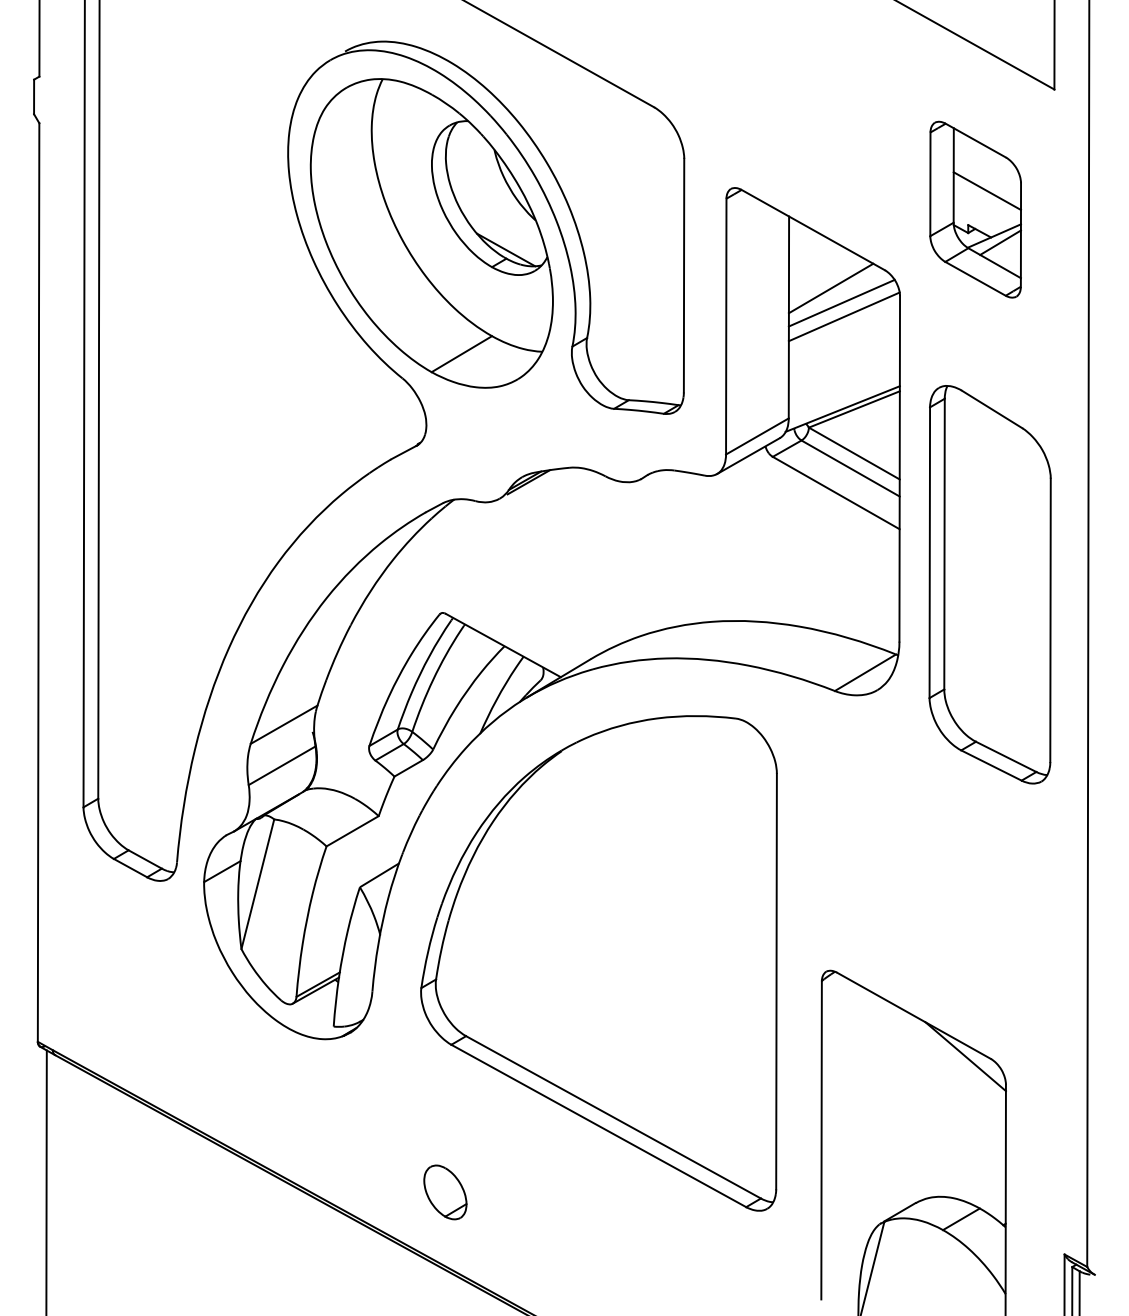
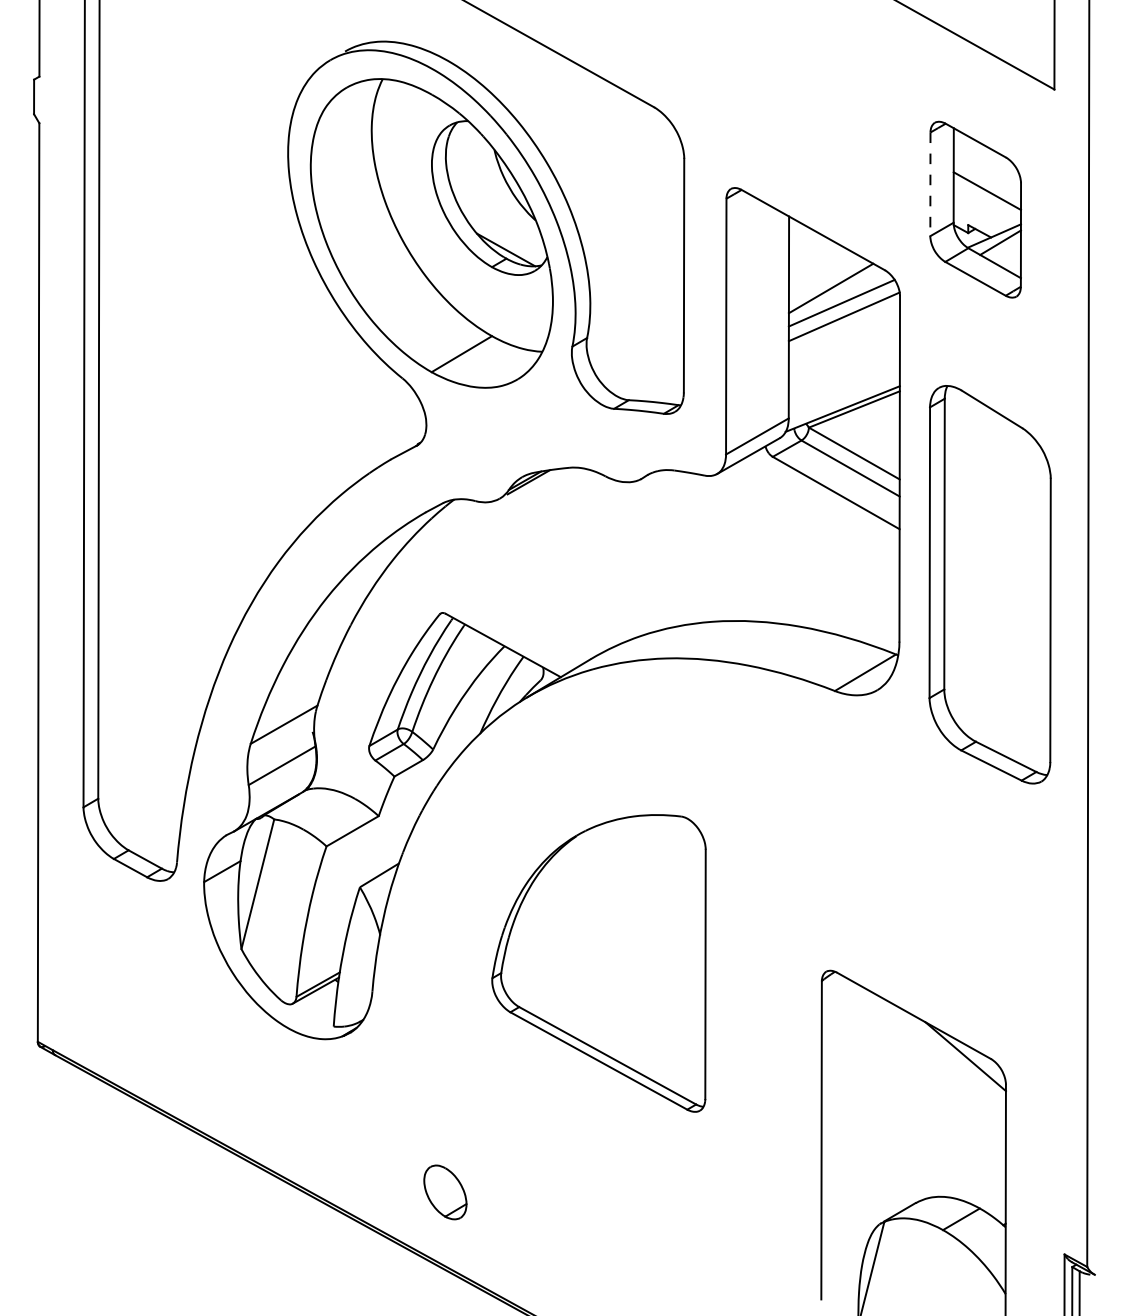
line at (930, 184): solid -> dashed
part at (598, 963) size: 358x497 px -> 216x299 px
line at (46, 1181): present -> none
